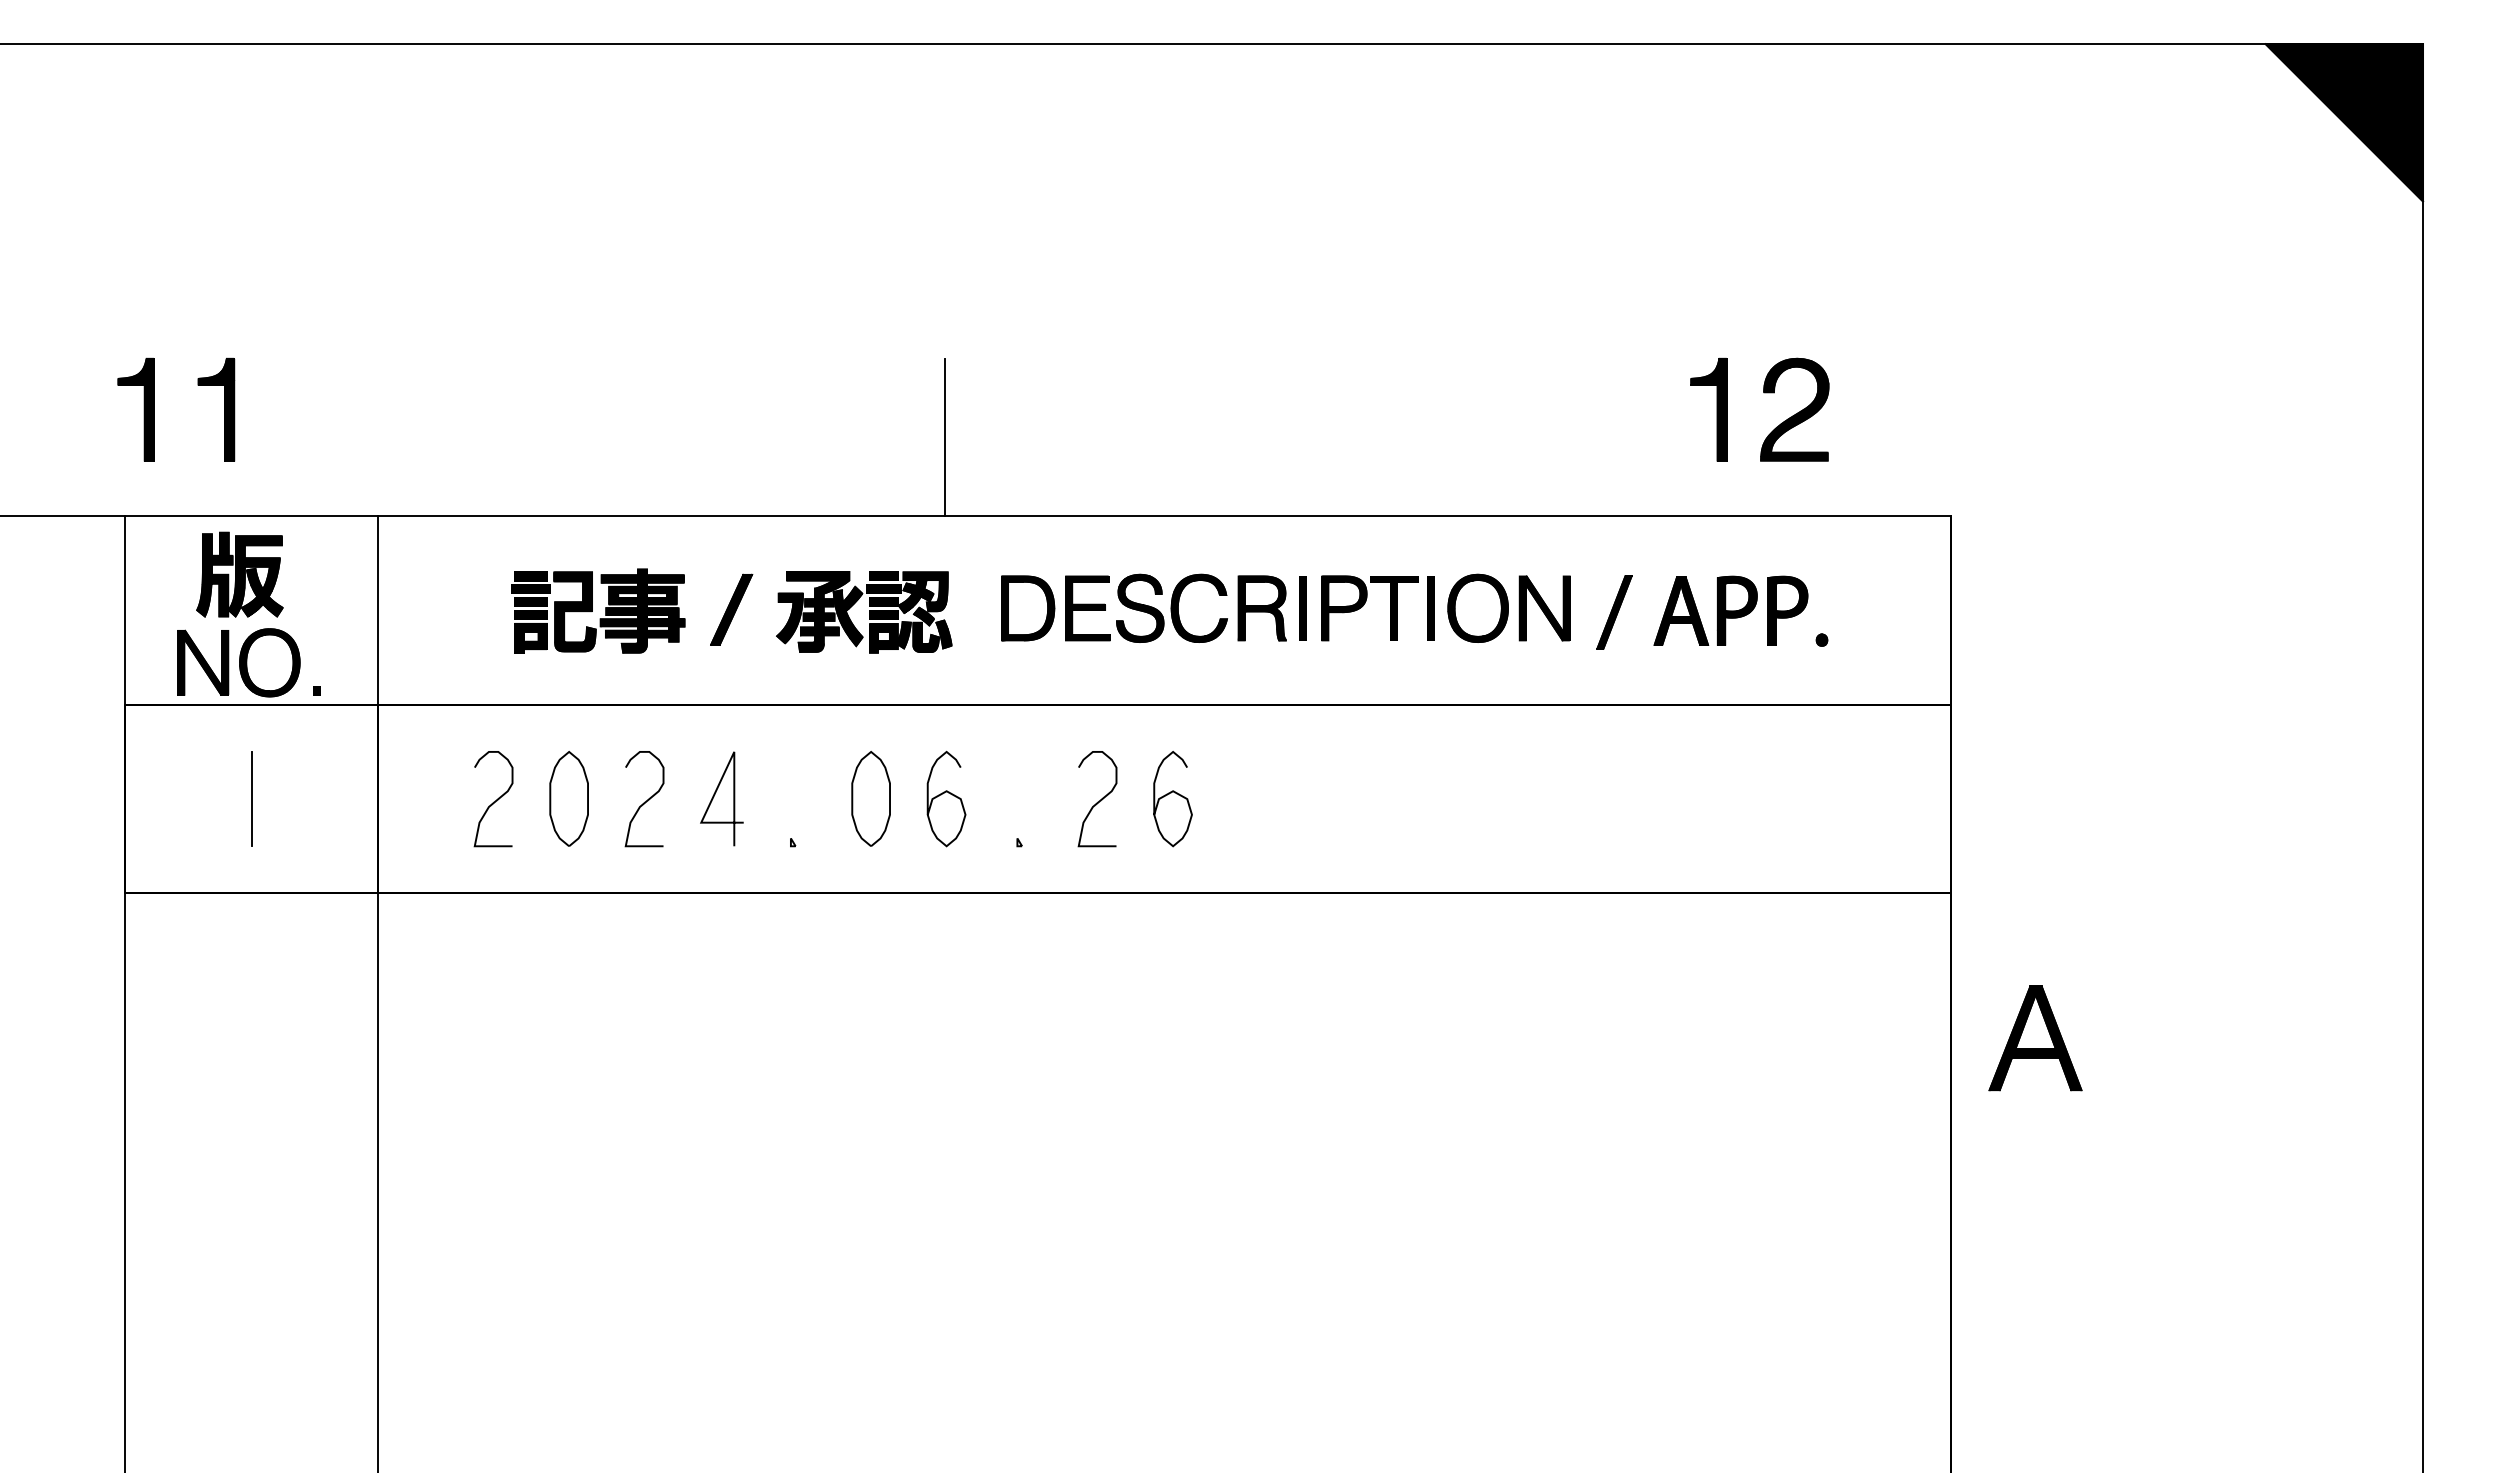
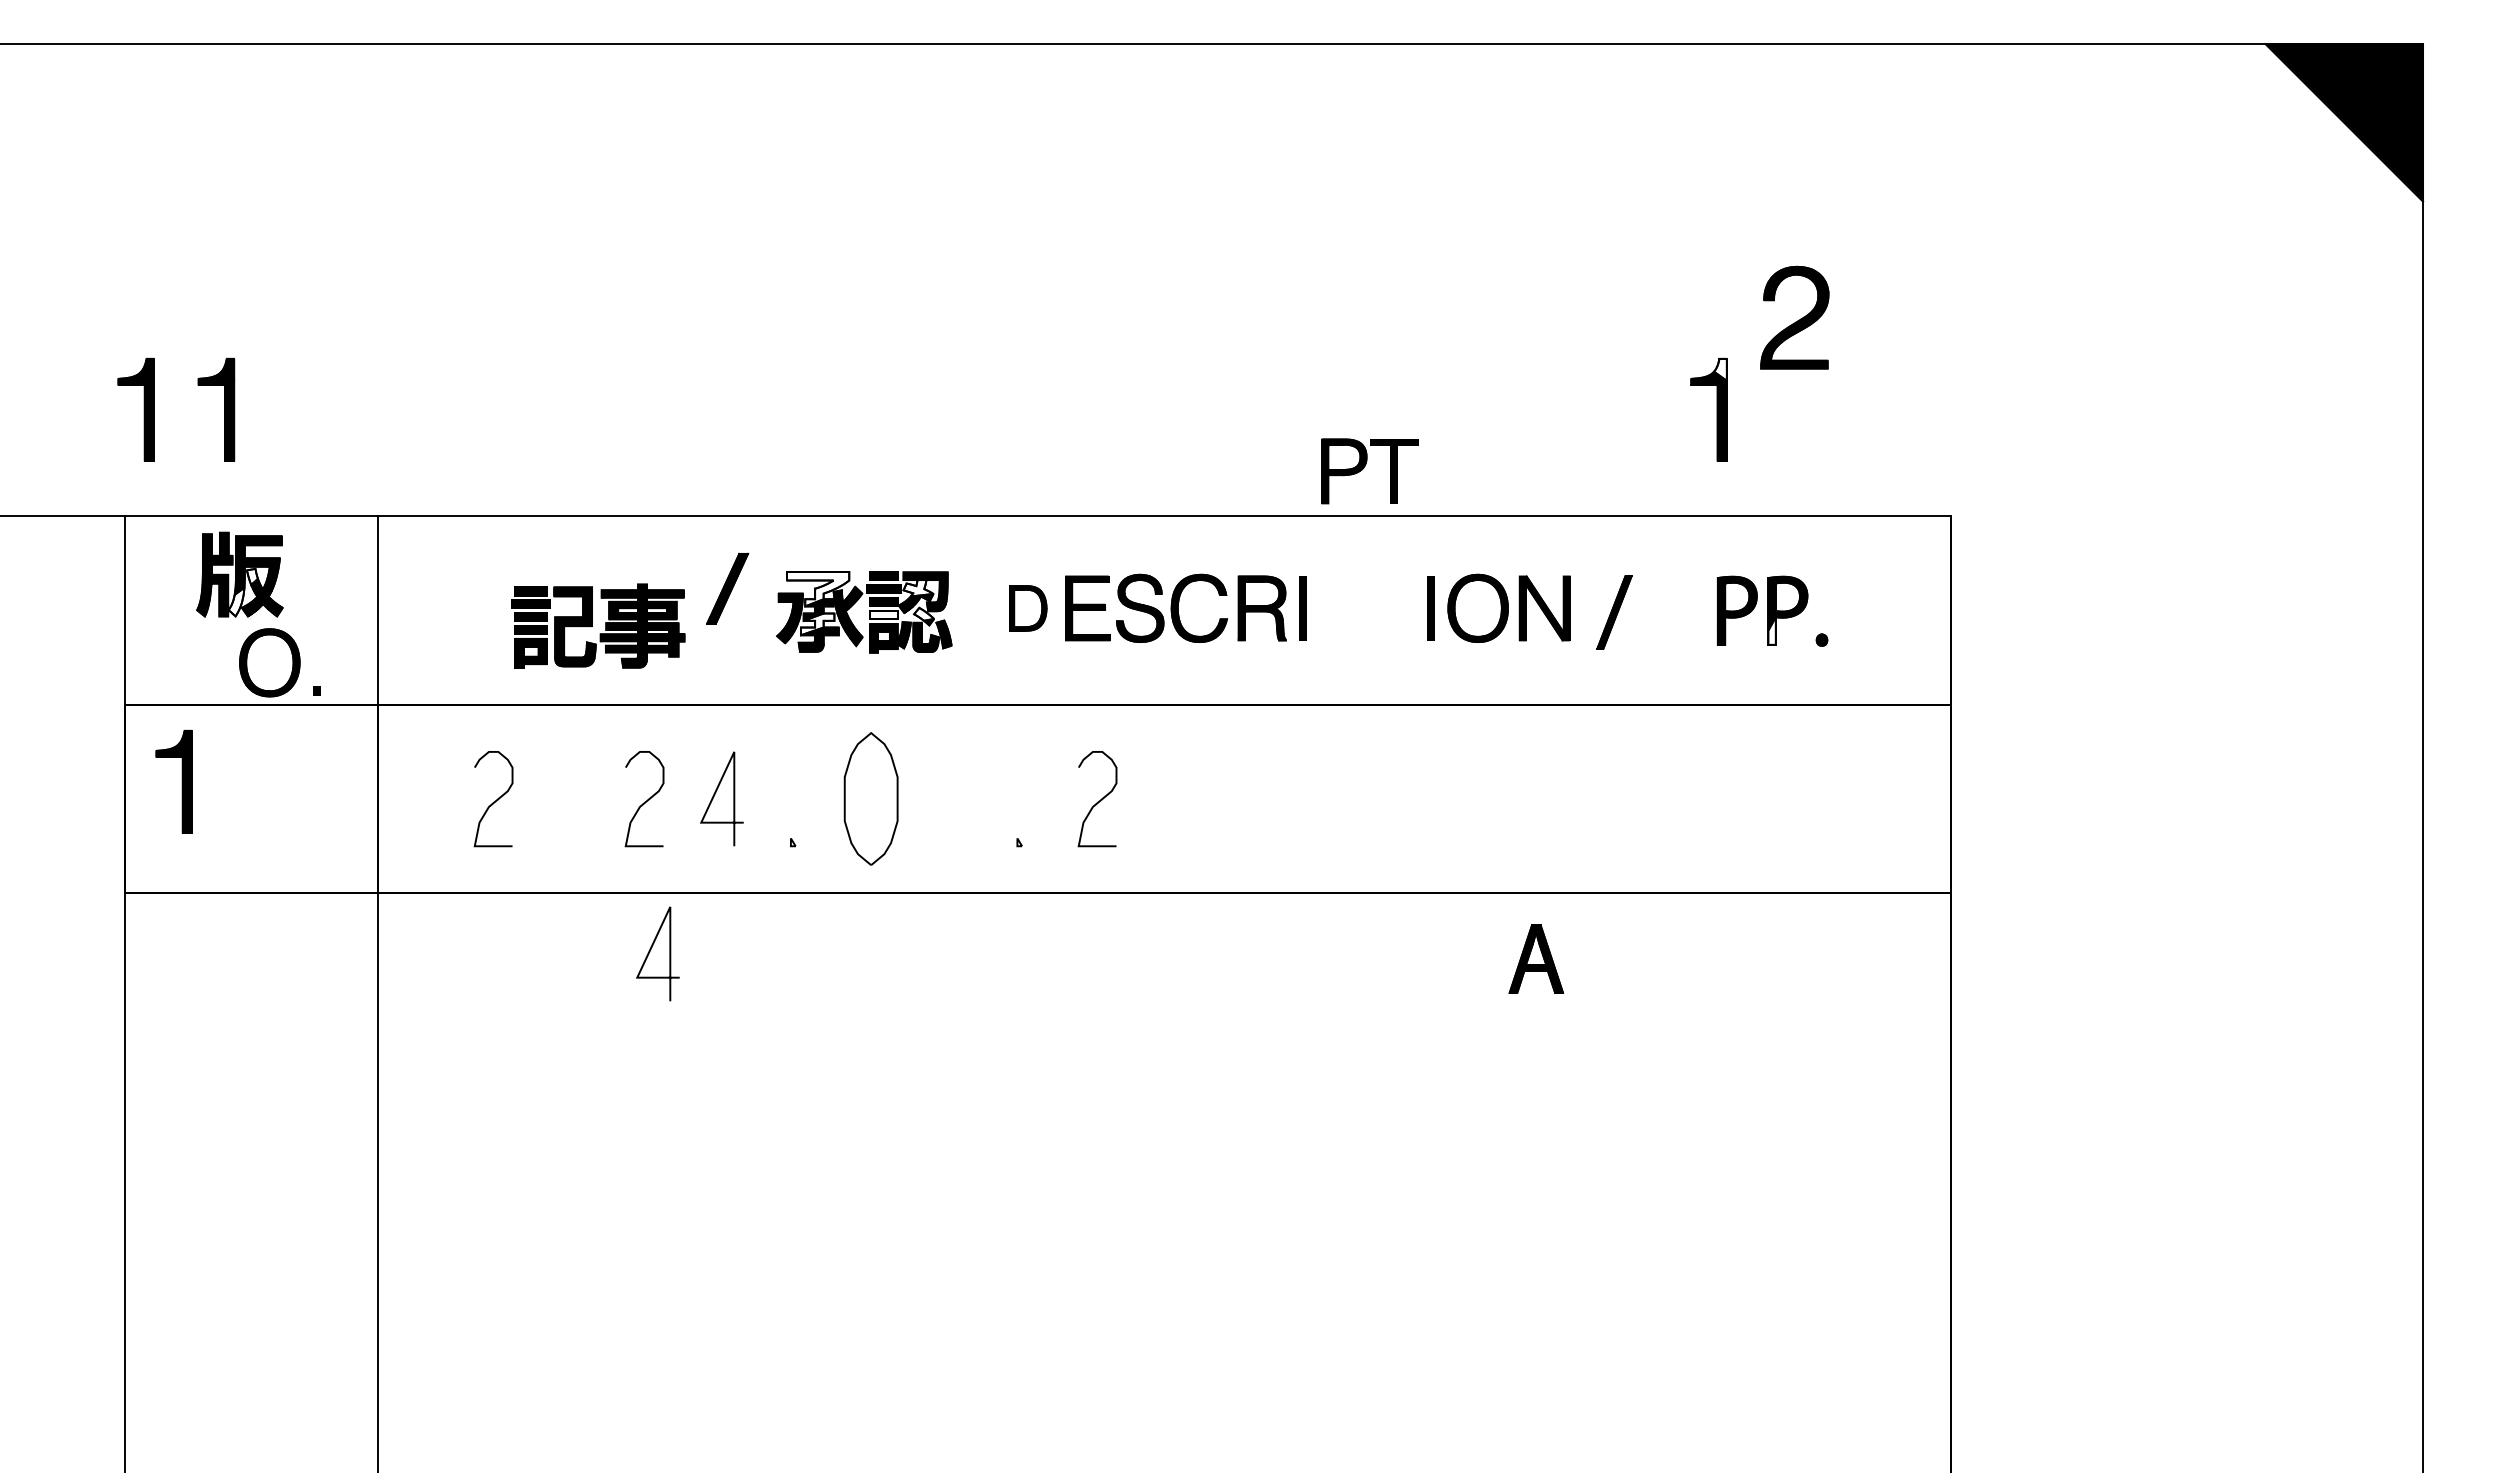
fill at (1720, 369): present -> none
part at (1794, 409) position: (1794, 409) -> (1794, 317)
line at (944, 436): present -> none
fill at (251, 576): present -> none
fill at (817, 588): present -> none
fill at (918, 588): present -> none
fill at (236, 601): present -> none
part at (1363, 606) position: (1363, 606) -> (1363, 469)
part at (1028, 608) size: 55x67 px -> 39x47 px
part at (731, 609) position: (731, 609) -> (727, 588)
part at (598, 610) position: (598, 610) -> (598, 625)
part at (1681, 610) position: (1681, 610) -> (1536, 958)
fill at (924, 613): present -> none
fill at (883, 614): present -> none
fill at (817, 624): present -> none
fill at (1771, 630): present -> none
part at (203, 662): present -> none
part at (181, 781): none -> present
curve at (944, 793): present -> none
curve at (1169, 794): present -> none
line at (251, 798): present -> none
part at (568, 798): present -> none
part at (870, 798) size: 40x96 px -> 56x134 px
line at (651, 949): none -> present
part at (2035, 1038): present -> none
